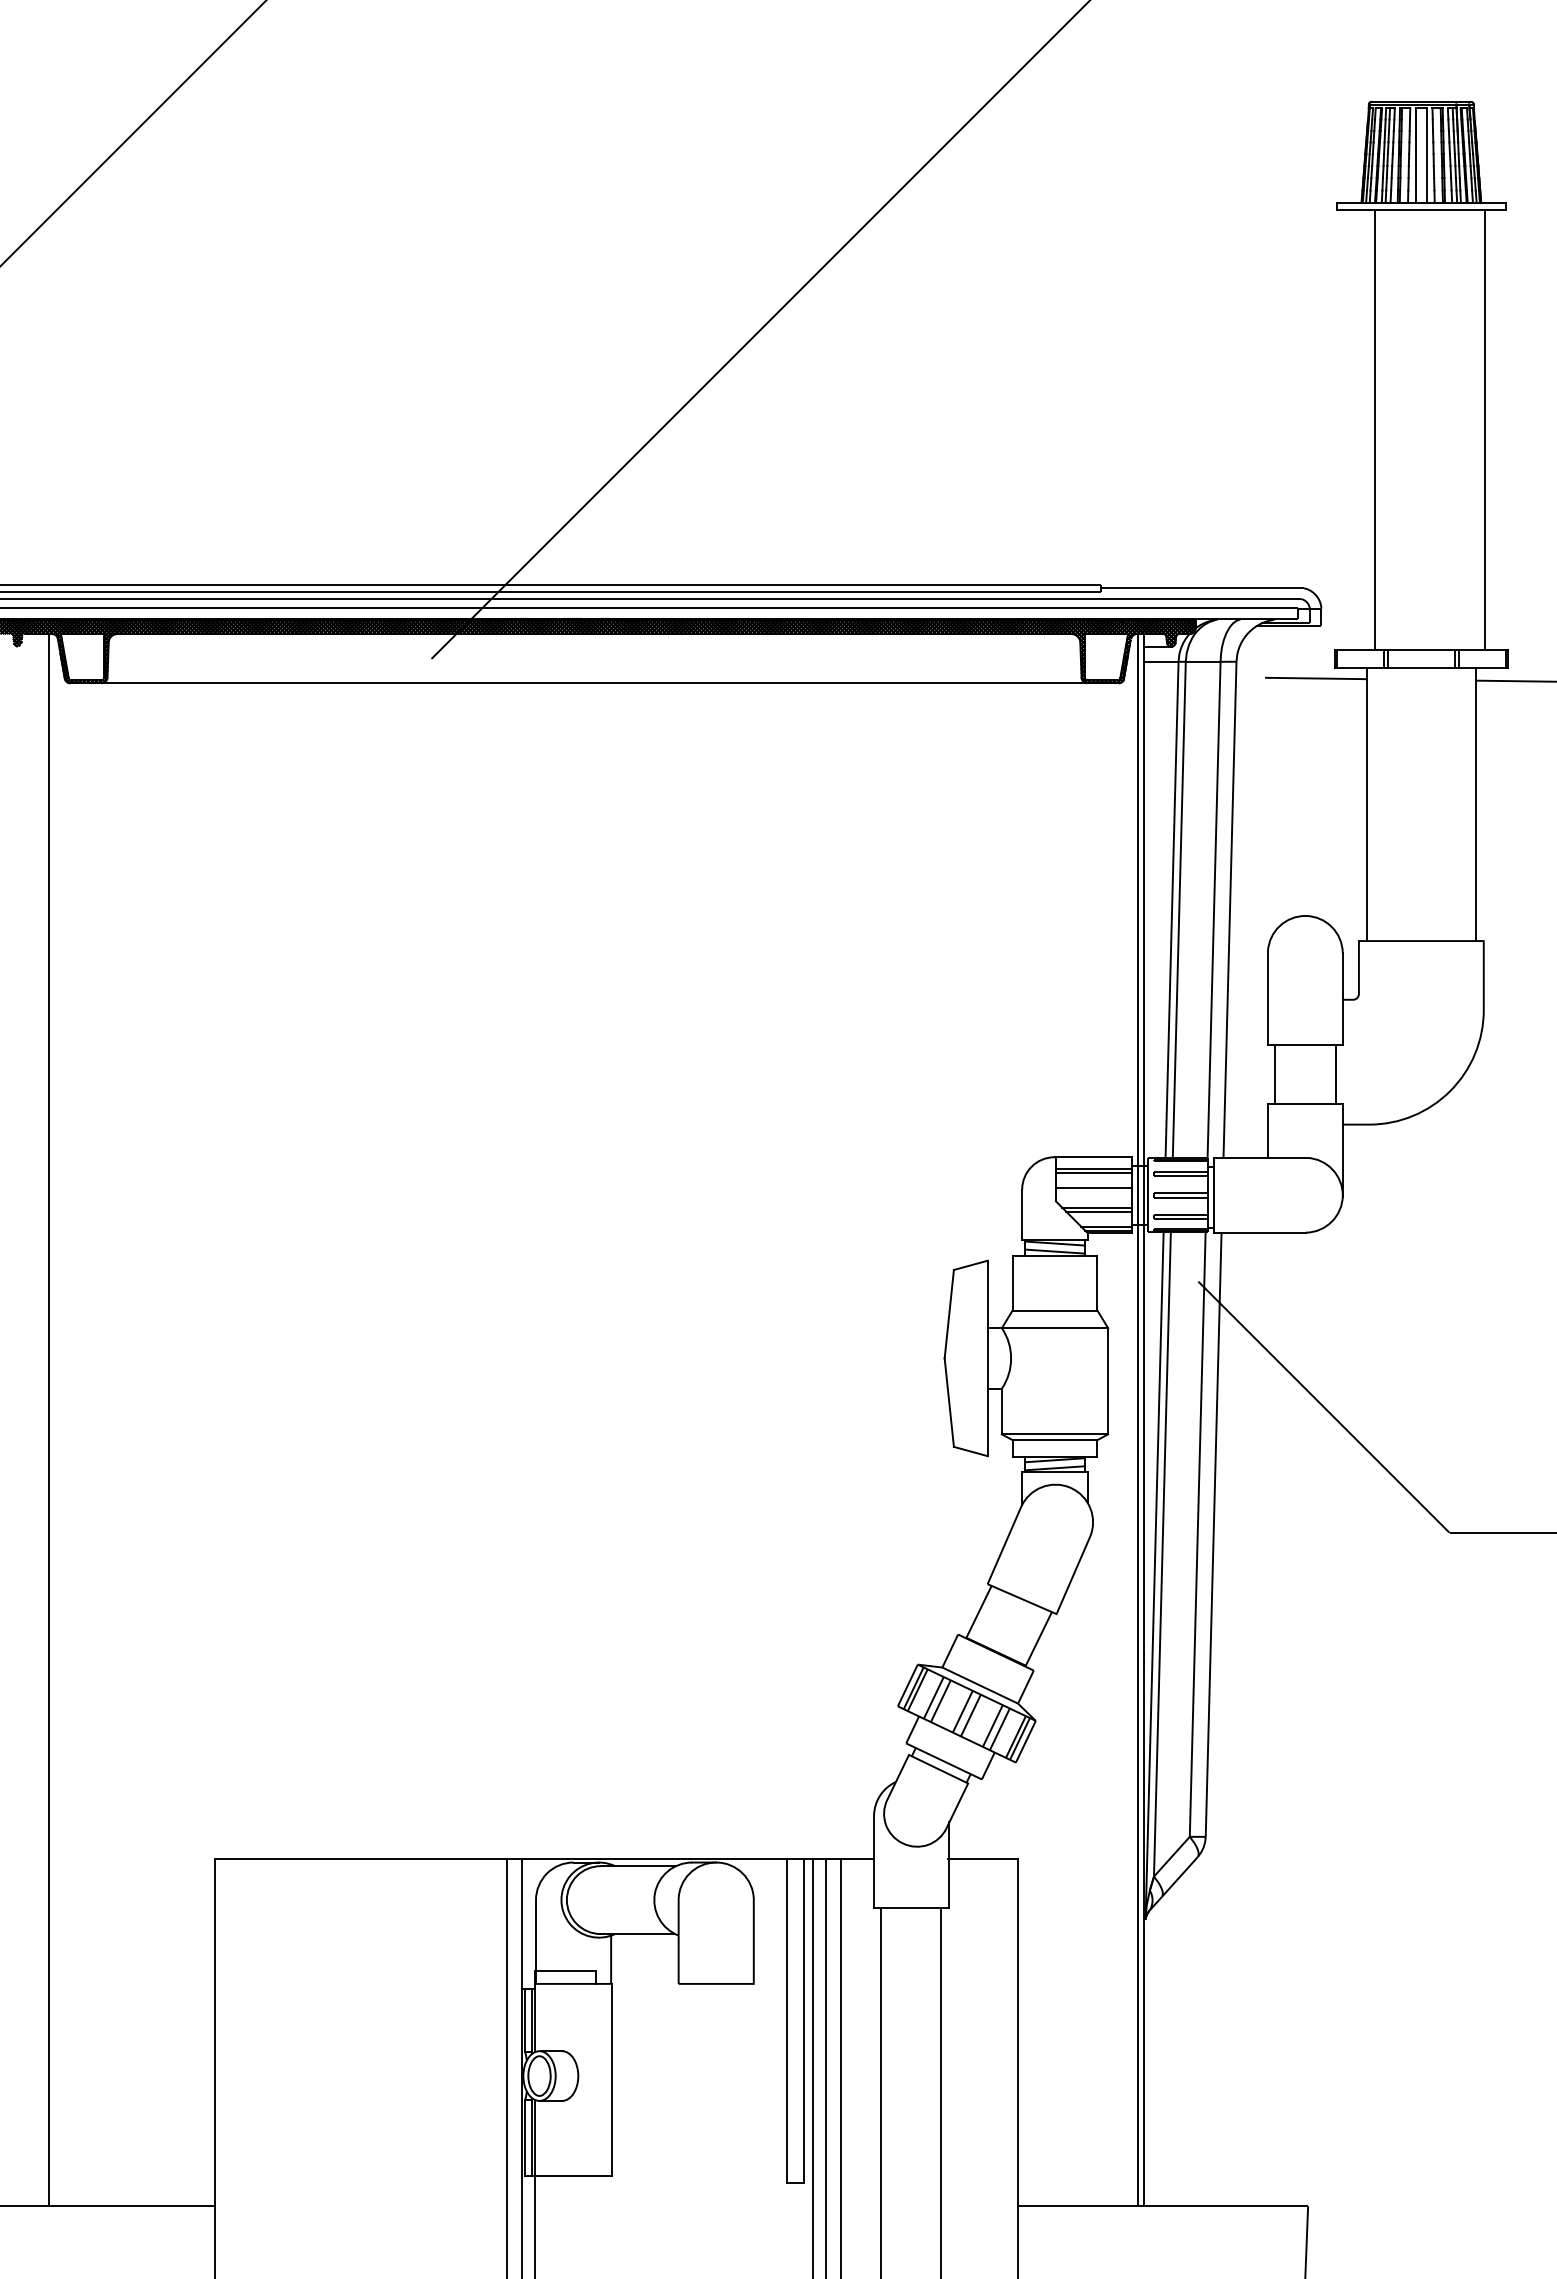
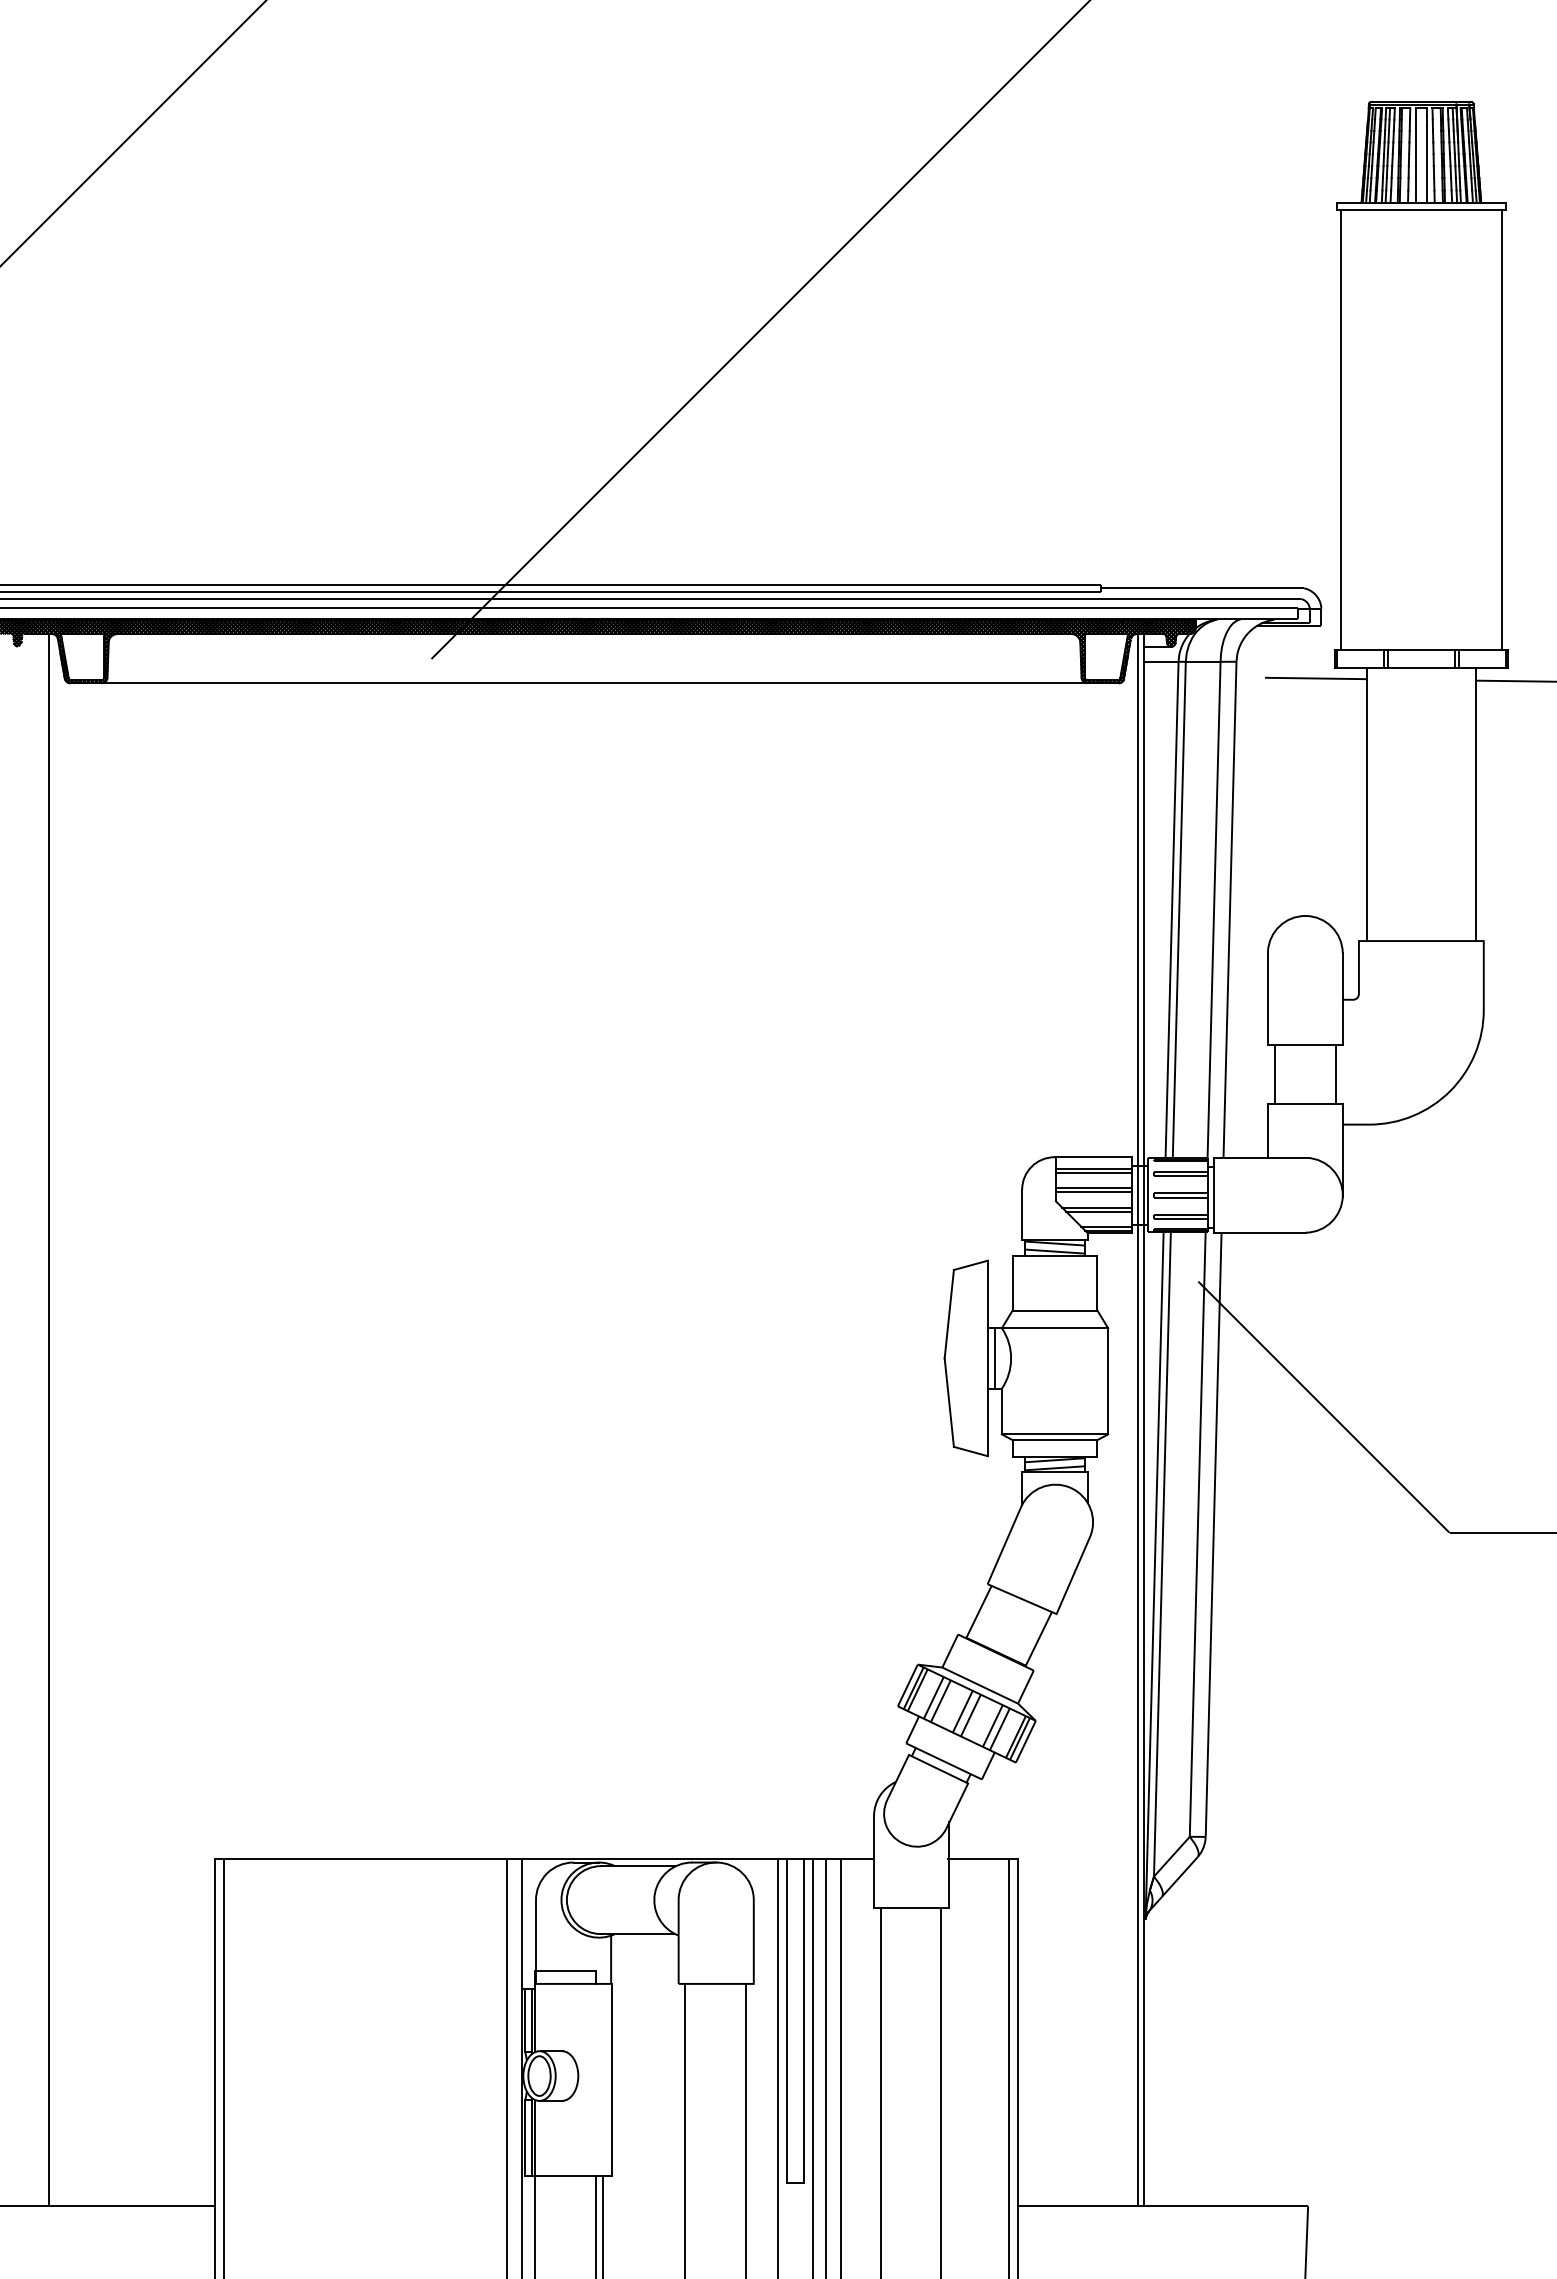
line at (1374, 429) position: (1374, 429) -> (1340, 429)
line at (1485, 429) position: (1485, 429) -> (1502, 429)
line at (1093, 1192): none -> present
line at (995, 1358): none -> present
line at (224, 2067): none -> present
line at (777, 2067): none -> present
line at (1009, 2067): none -> present
line at (684, 2129): none -> present
line at (745, 2129): none -> present
line at (596, 2225): none -> present
line at (603, 2225): none -> present
